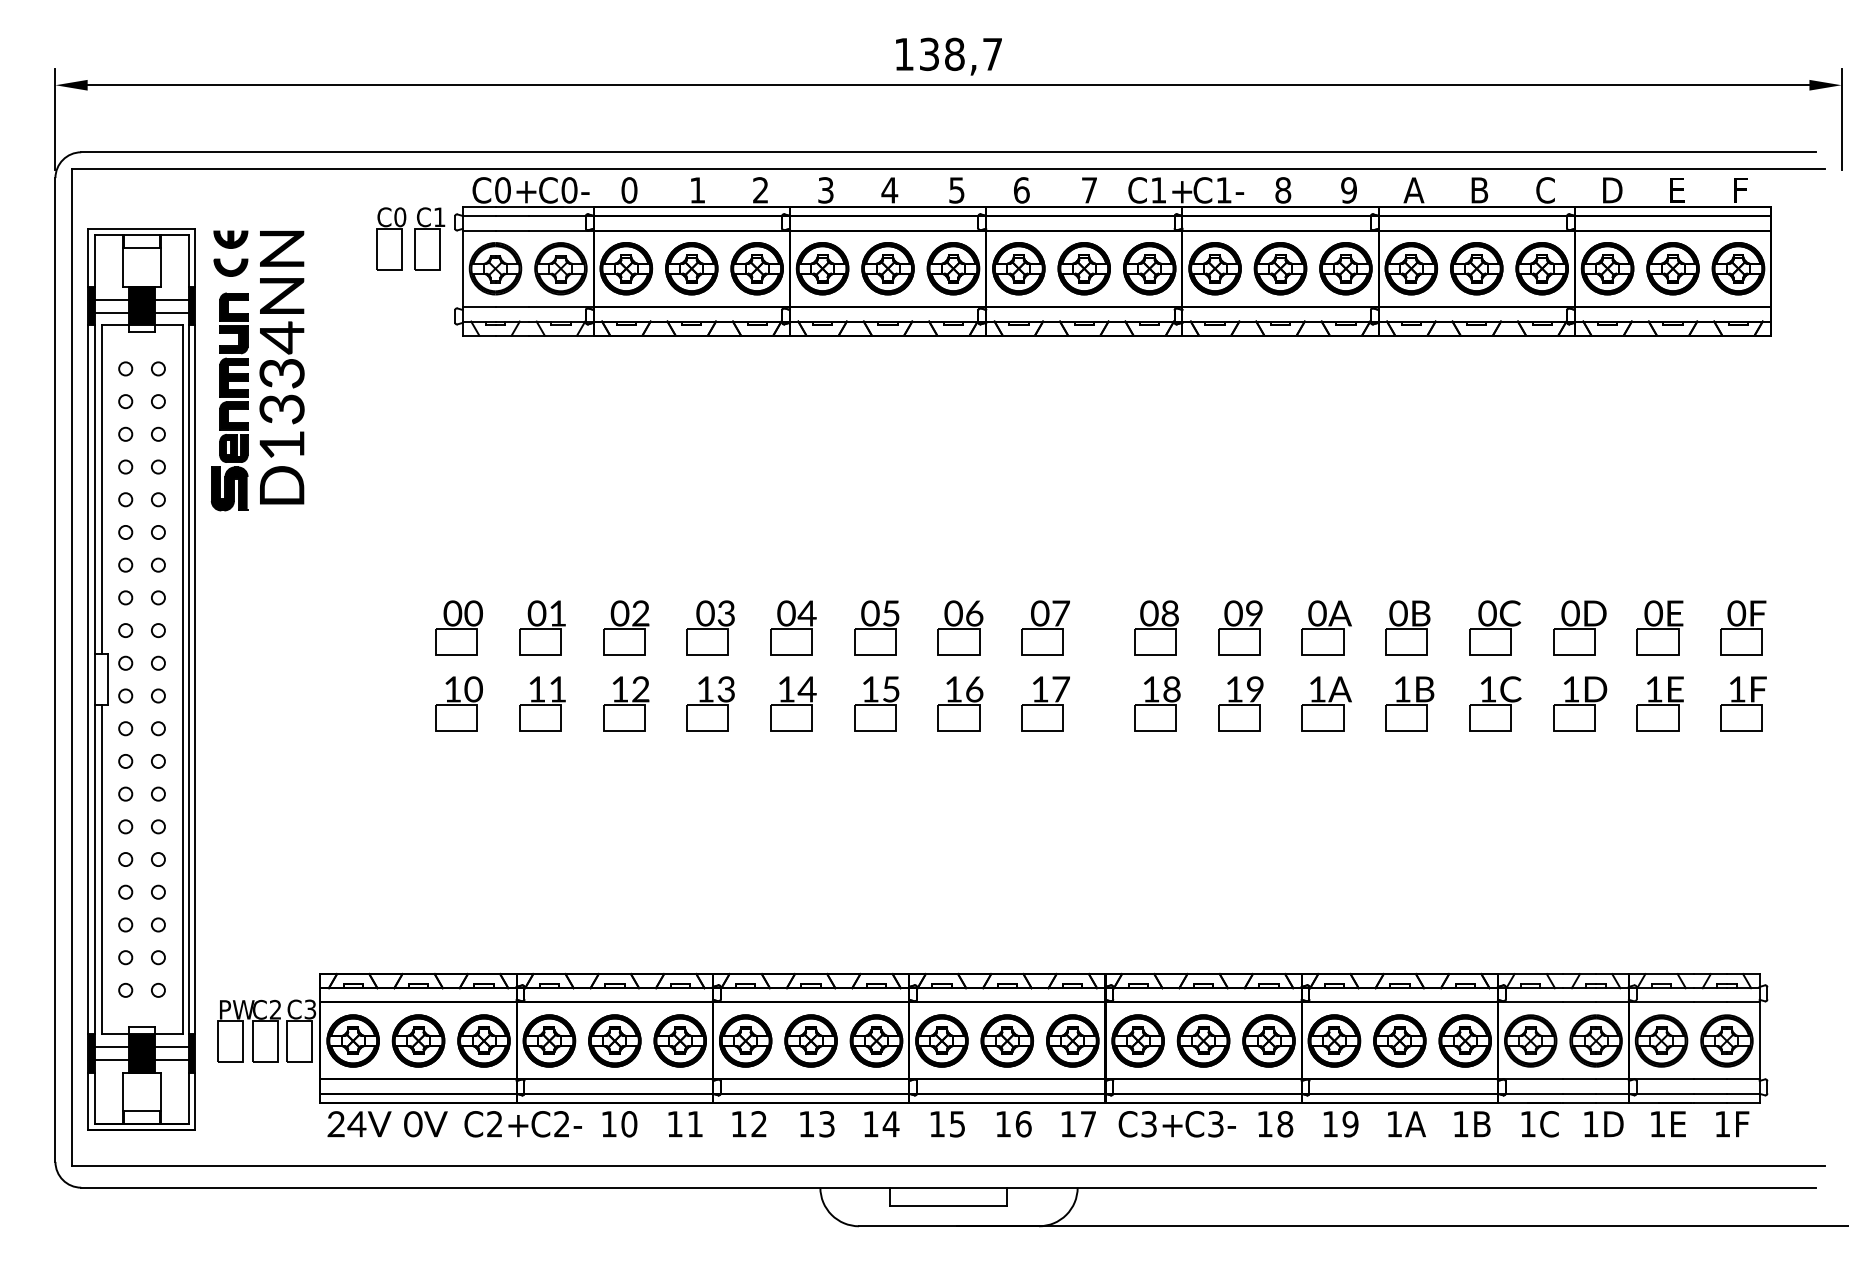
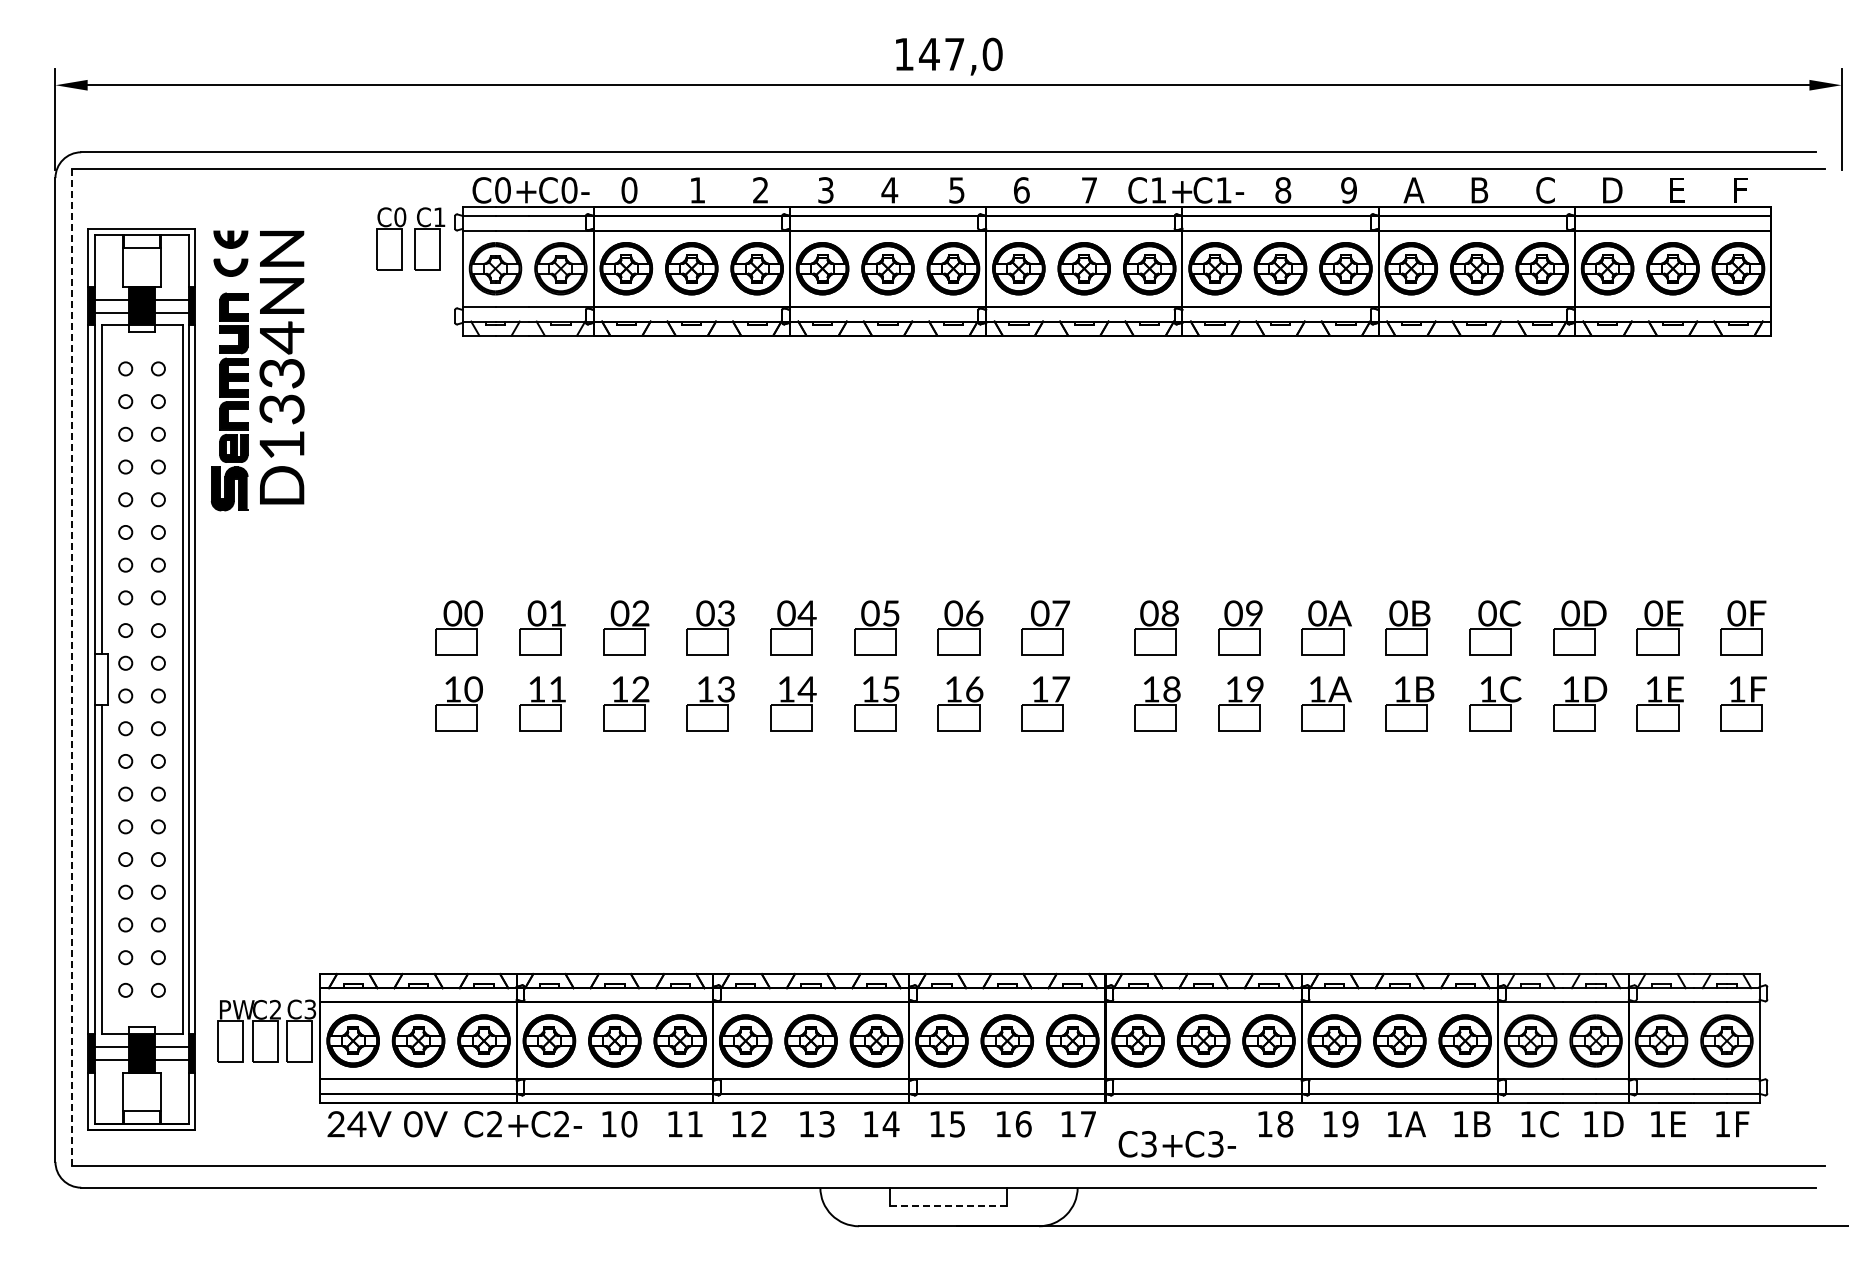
text at (960, 54): 138,7 -> 147,0
line at (71, 667): solid -> dashed
text at (1176, 1124) position: (1176, 1124) -> (1176, 1144)
line at (948, 1206): solid -> dashed
